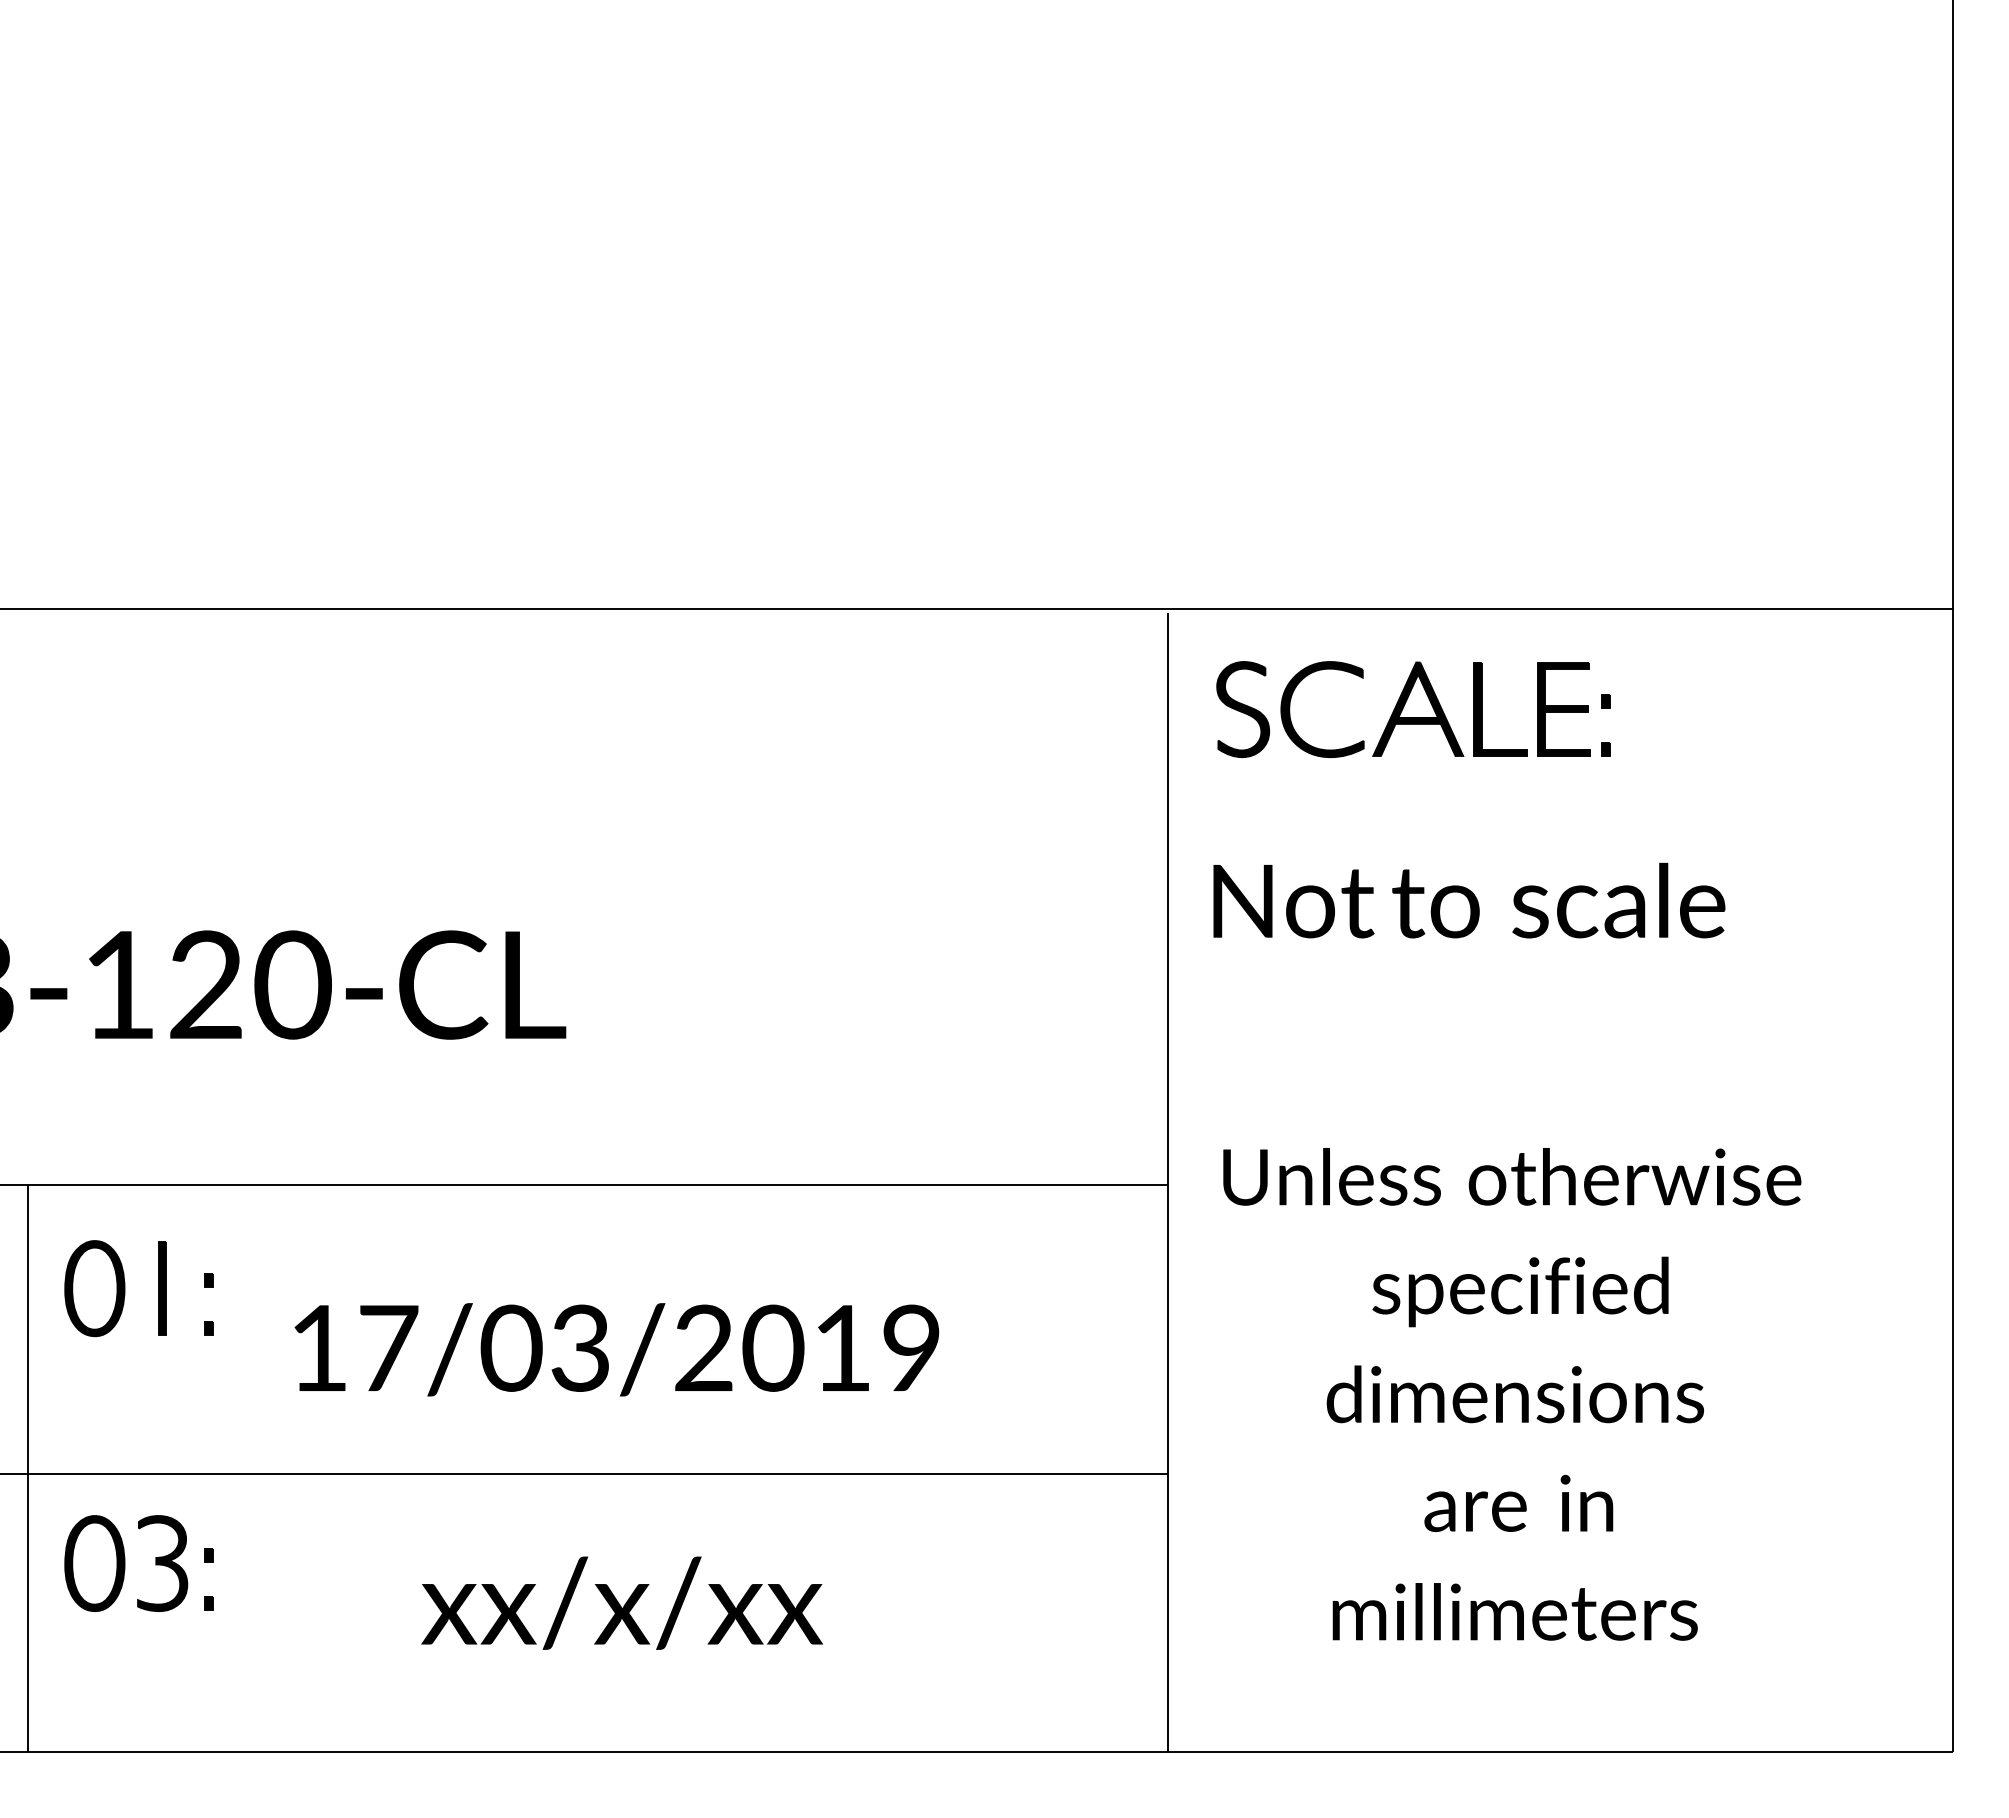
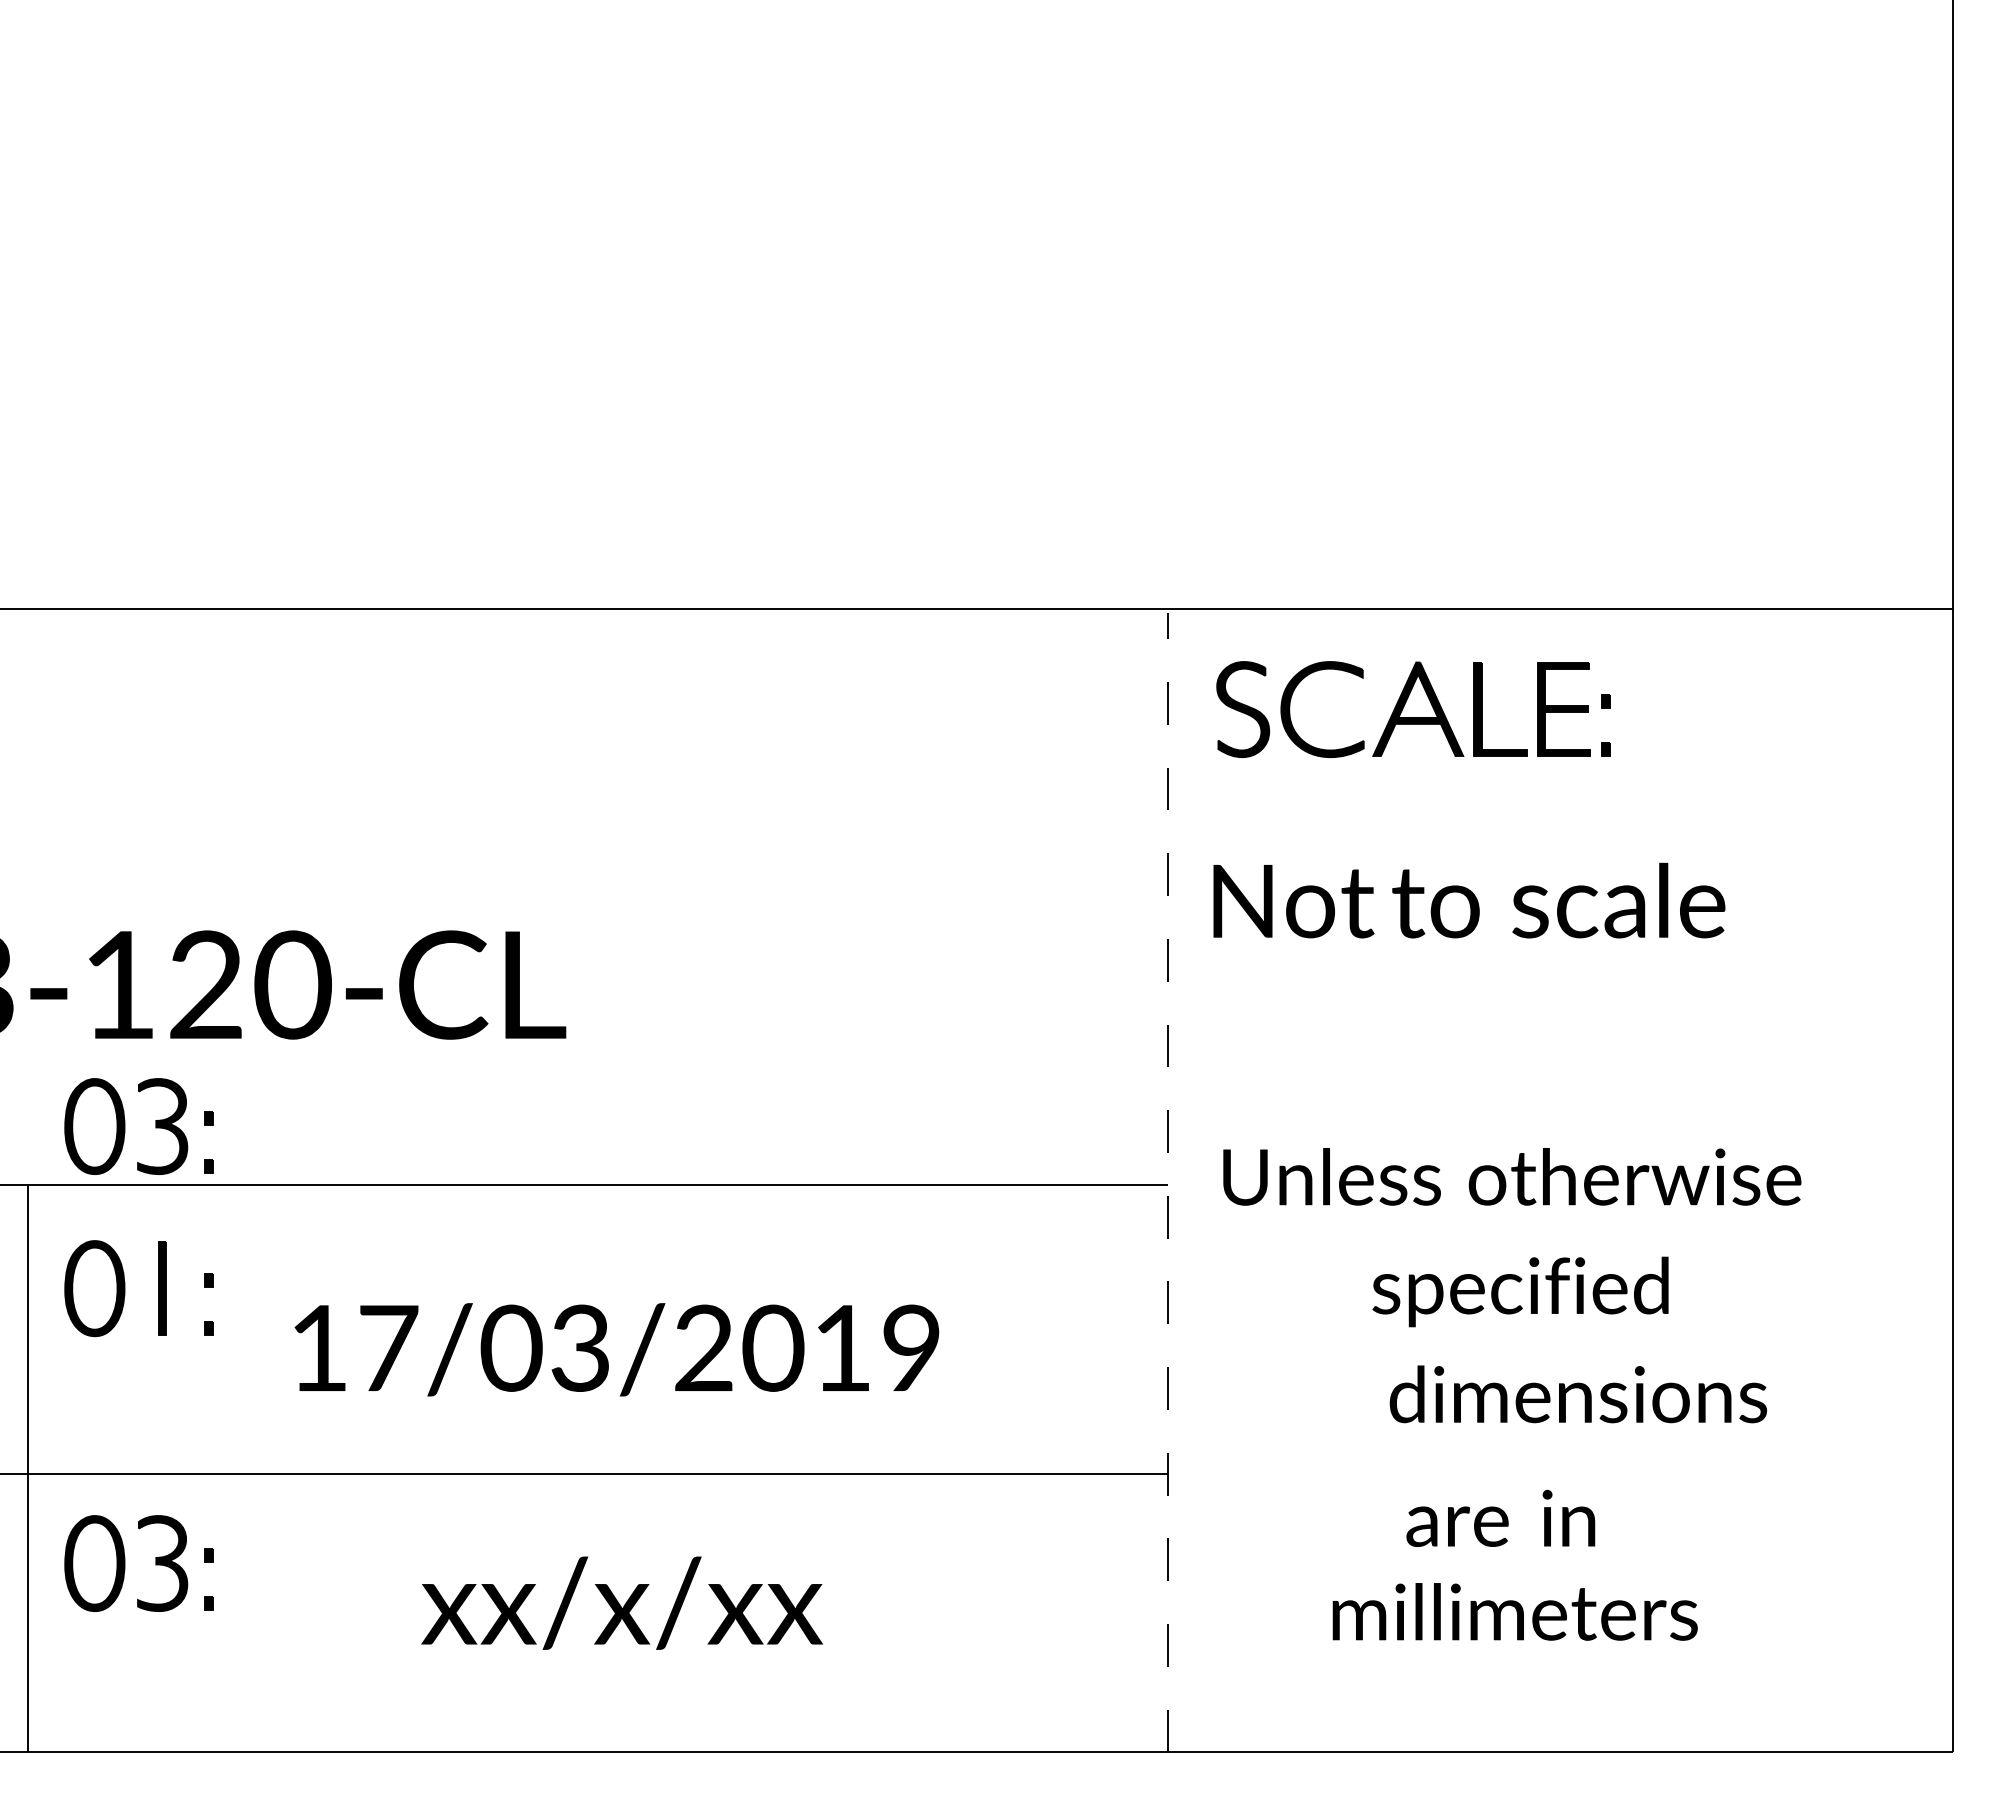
part at (125, 1126): none -> present
line at (1168, 1182): solid -> dashed
text at (1515, 1394) position: (1515, 1394) -> (1578, 1394)
text at (1518, 1502) position: (1518, 1502) -> (1500, 1517)
